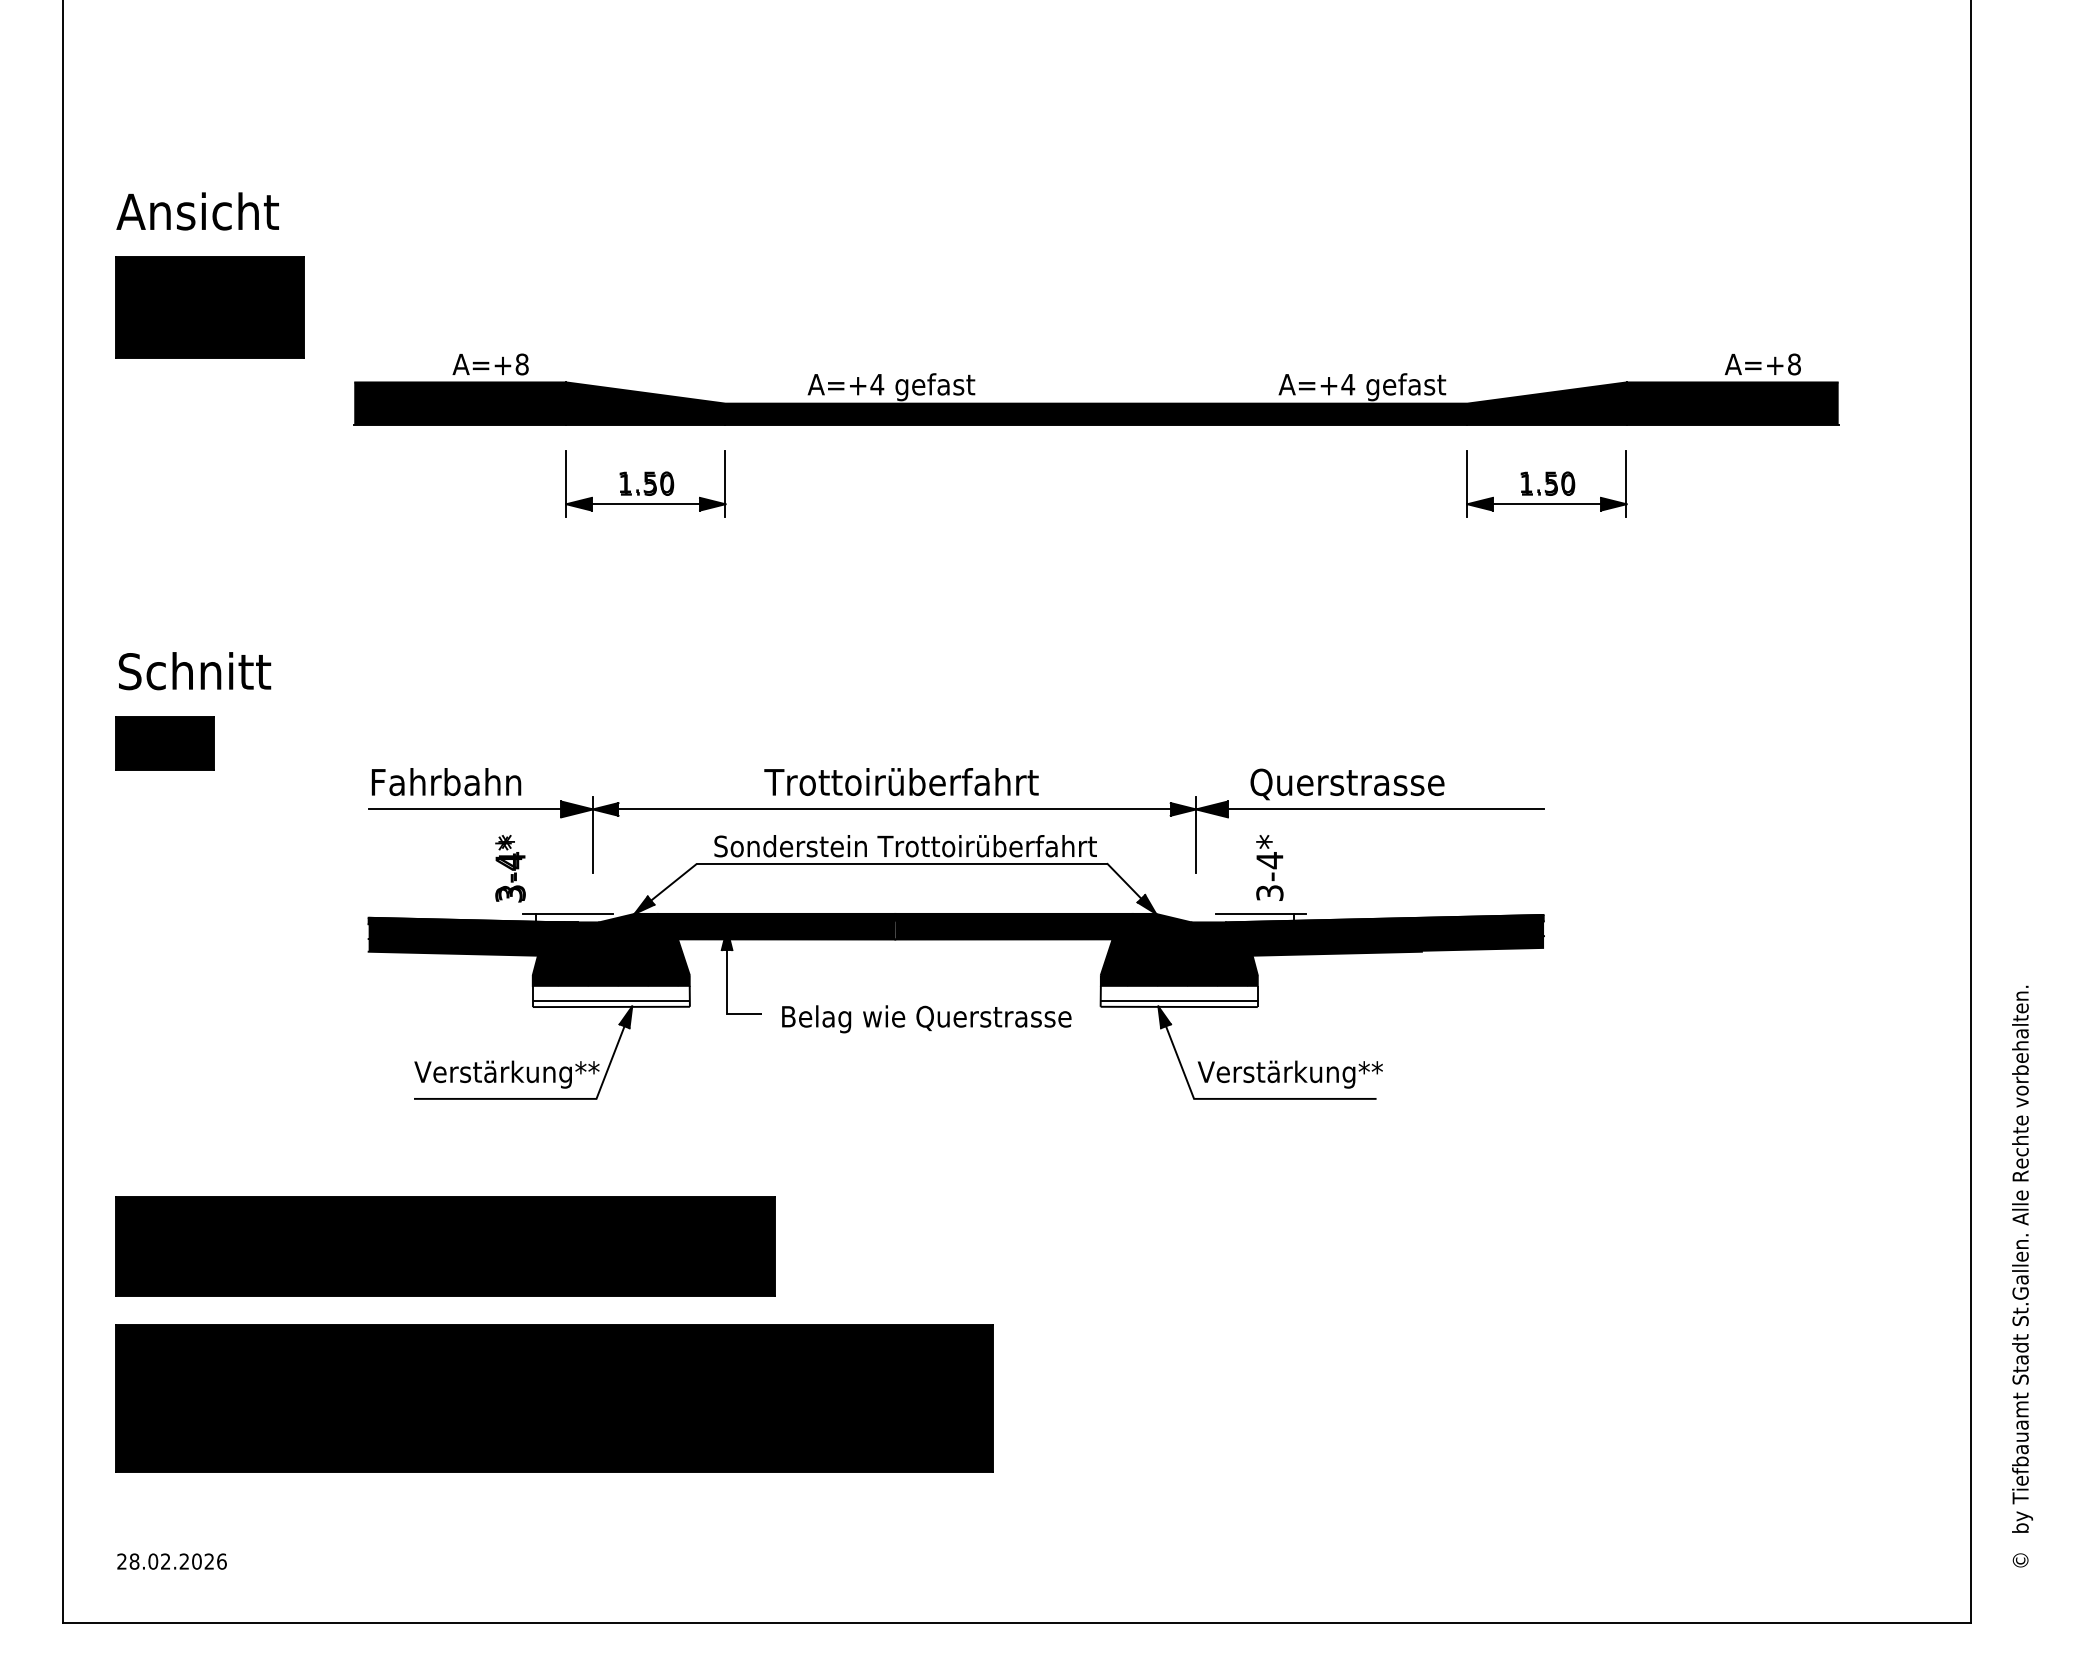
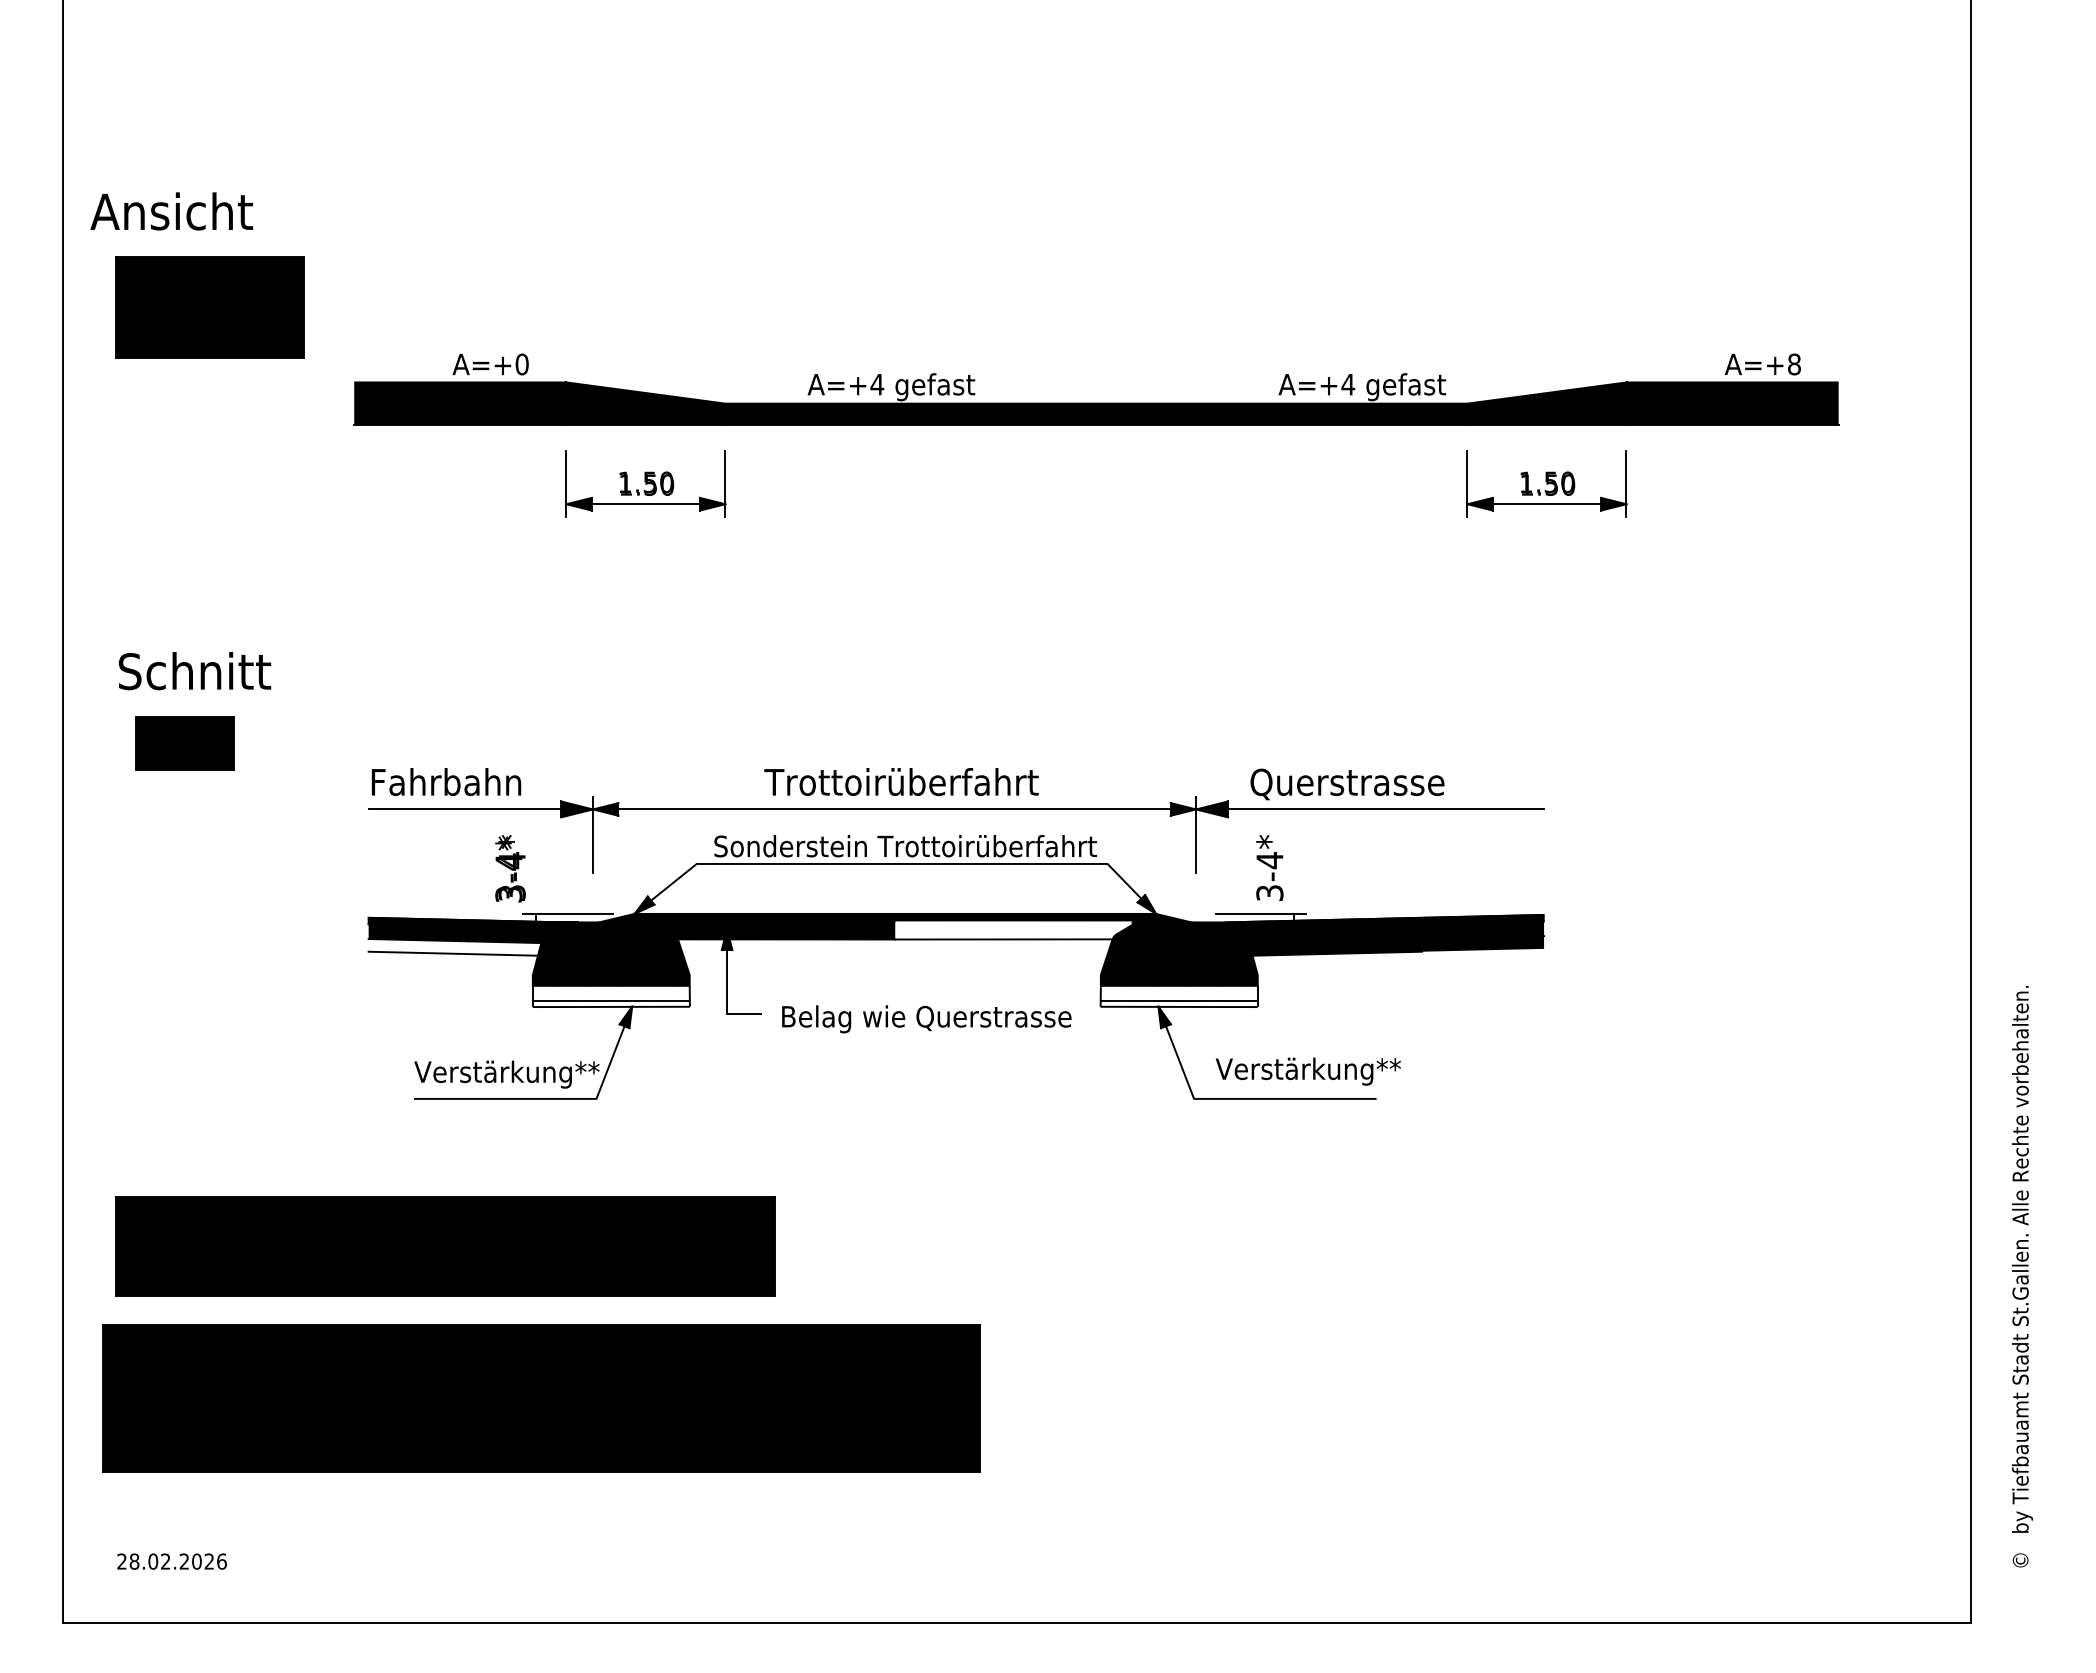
text at (197, 211) position: (197, 211) -> (171, 211)
text at (521, 364): A=+8 -> A=+0
part at (164, 743) position: (164, 743) -> (184, 743)
fill at (1013, 929): present -> none
fill at (454, 947): present -> none
text at (1289, 1074) position: (1289, 1074) -> (1307, 1071)
part at (554, 1398) position: (554, 1398) -> (541, 1398)
